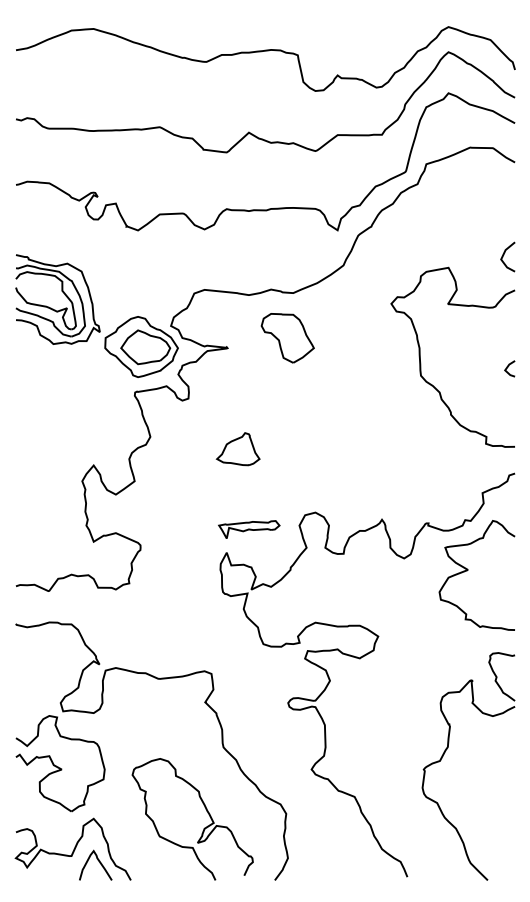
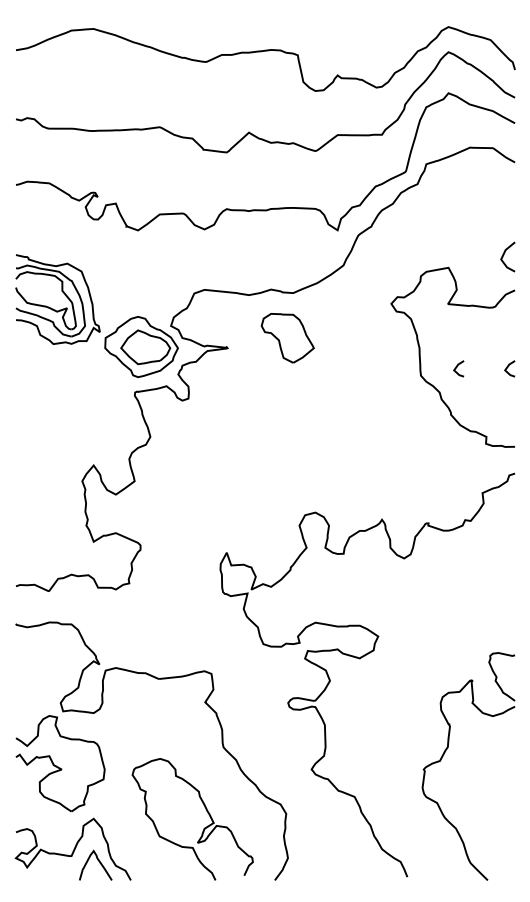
line at (457, 367): none -> present
part at (237, 449): present -> none
part at (249, 529): present -> none
curve at (468, 570): present -> none
